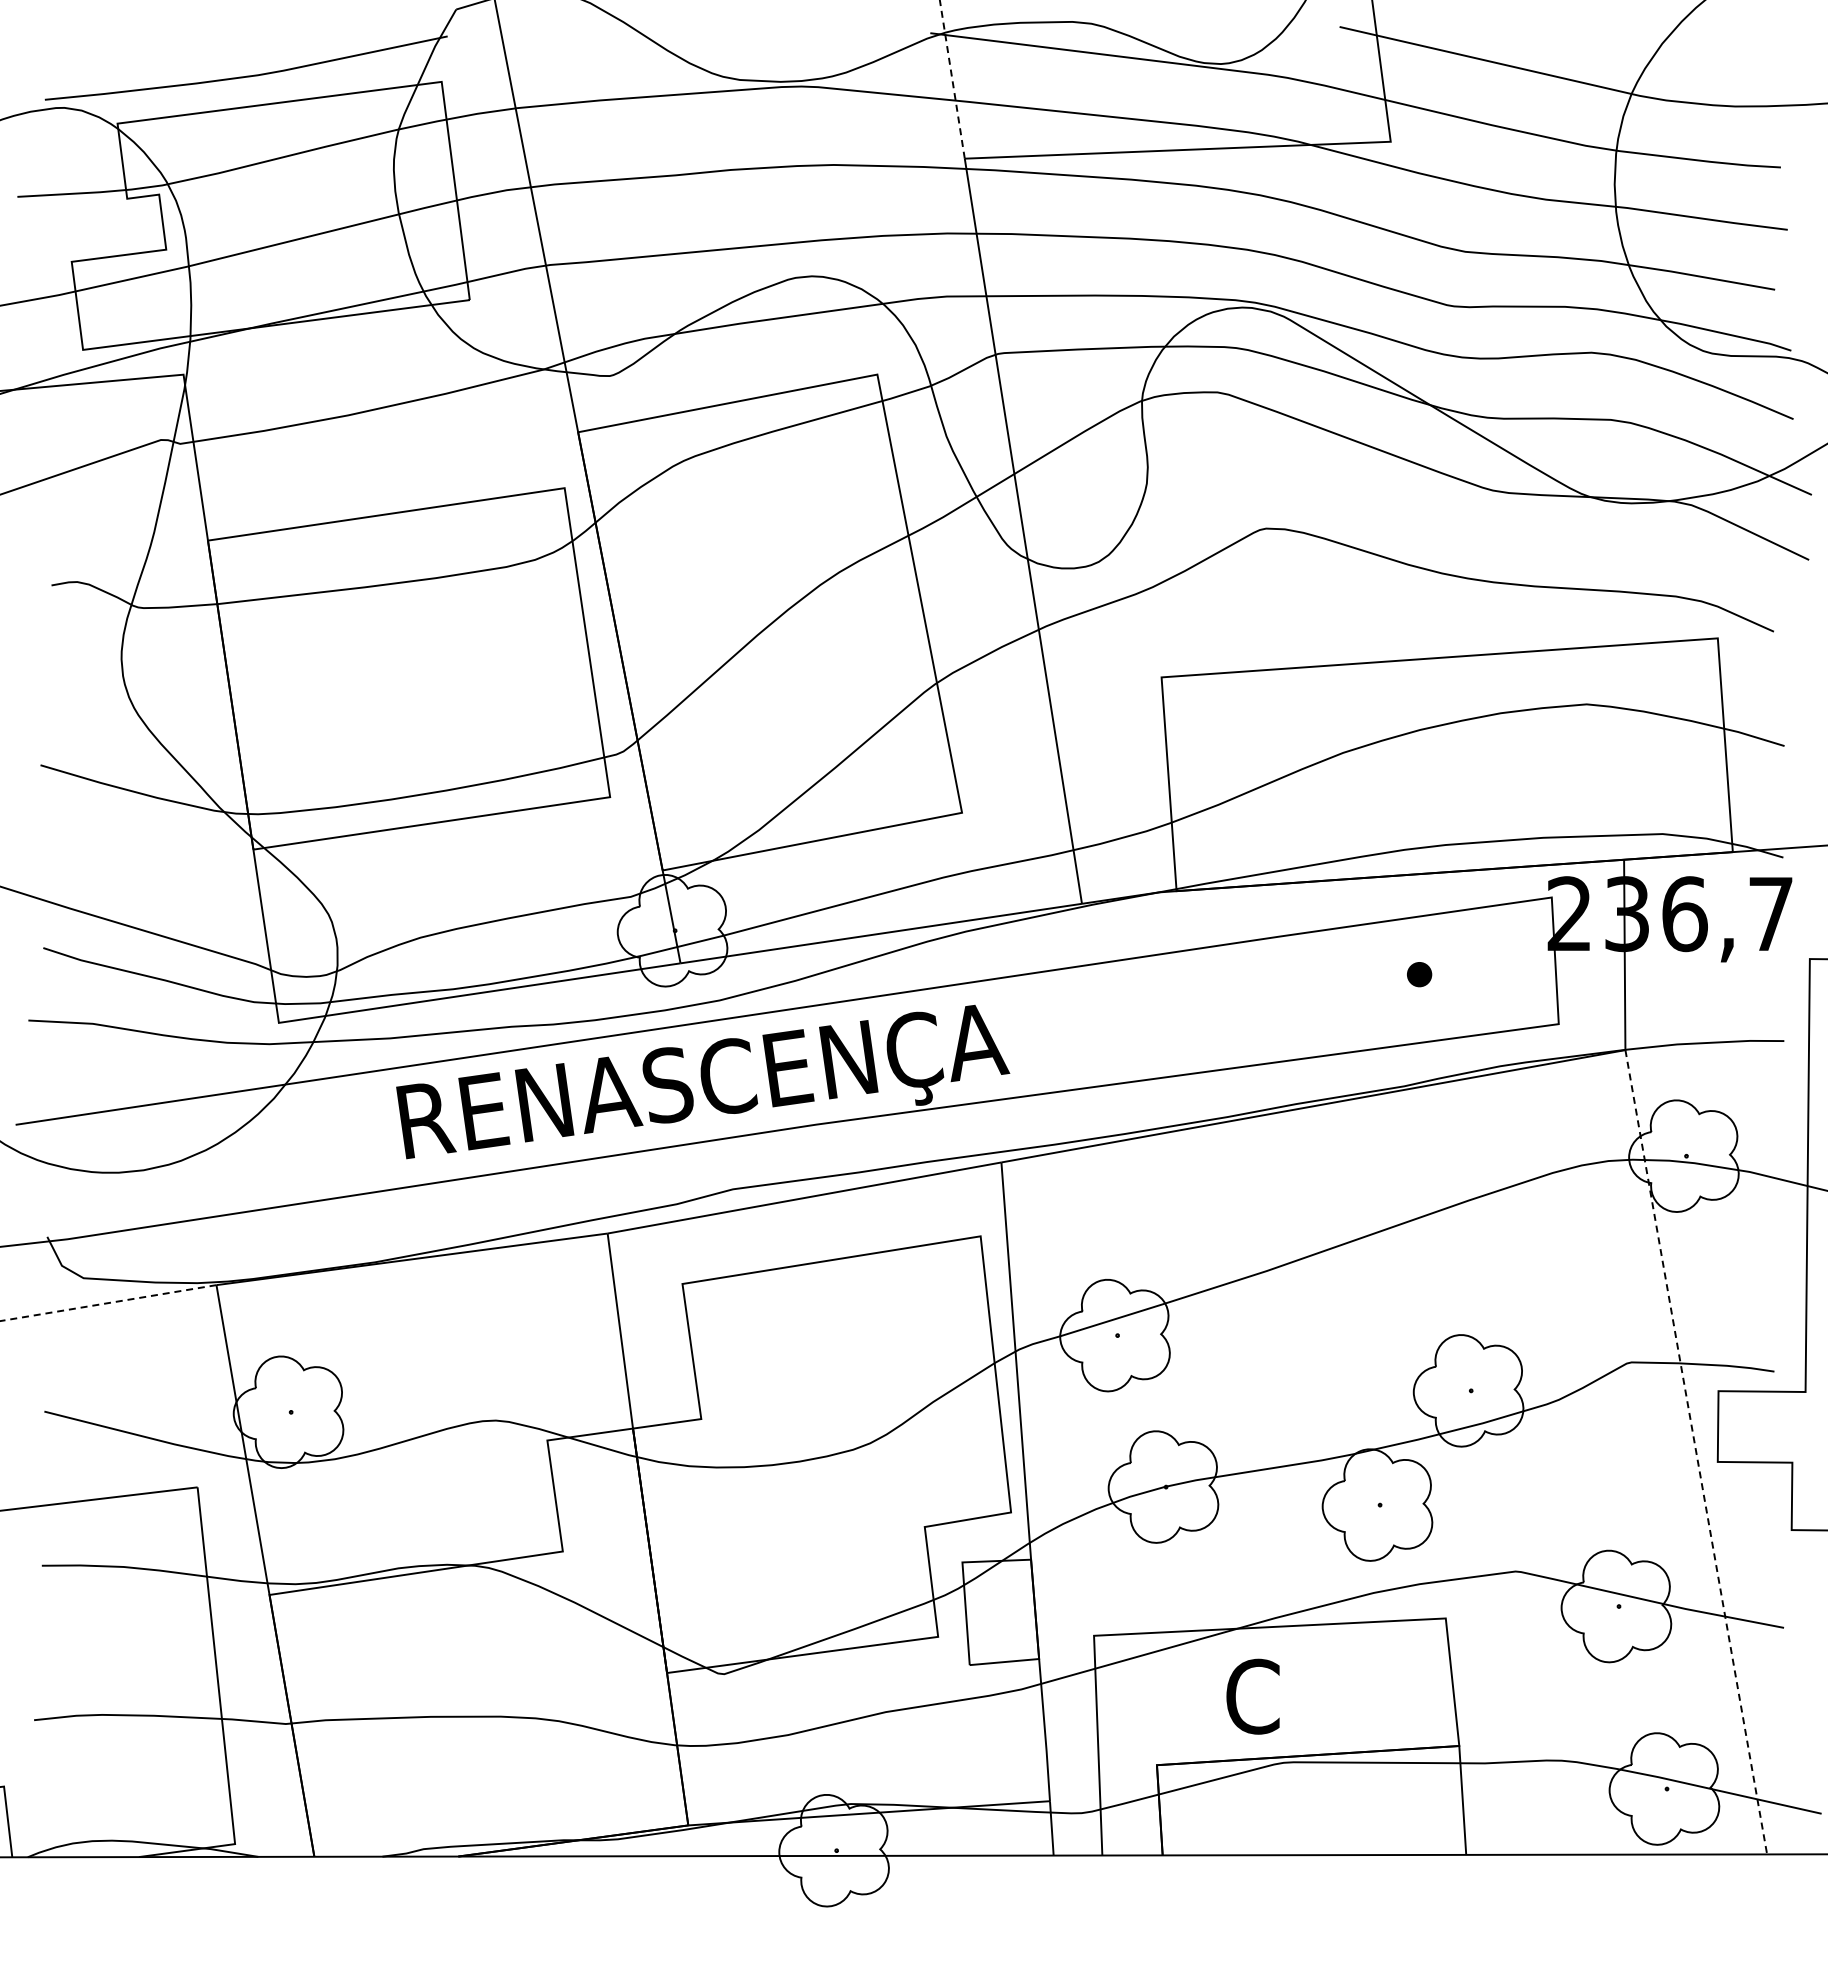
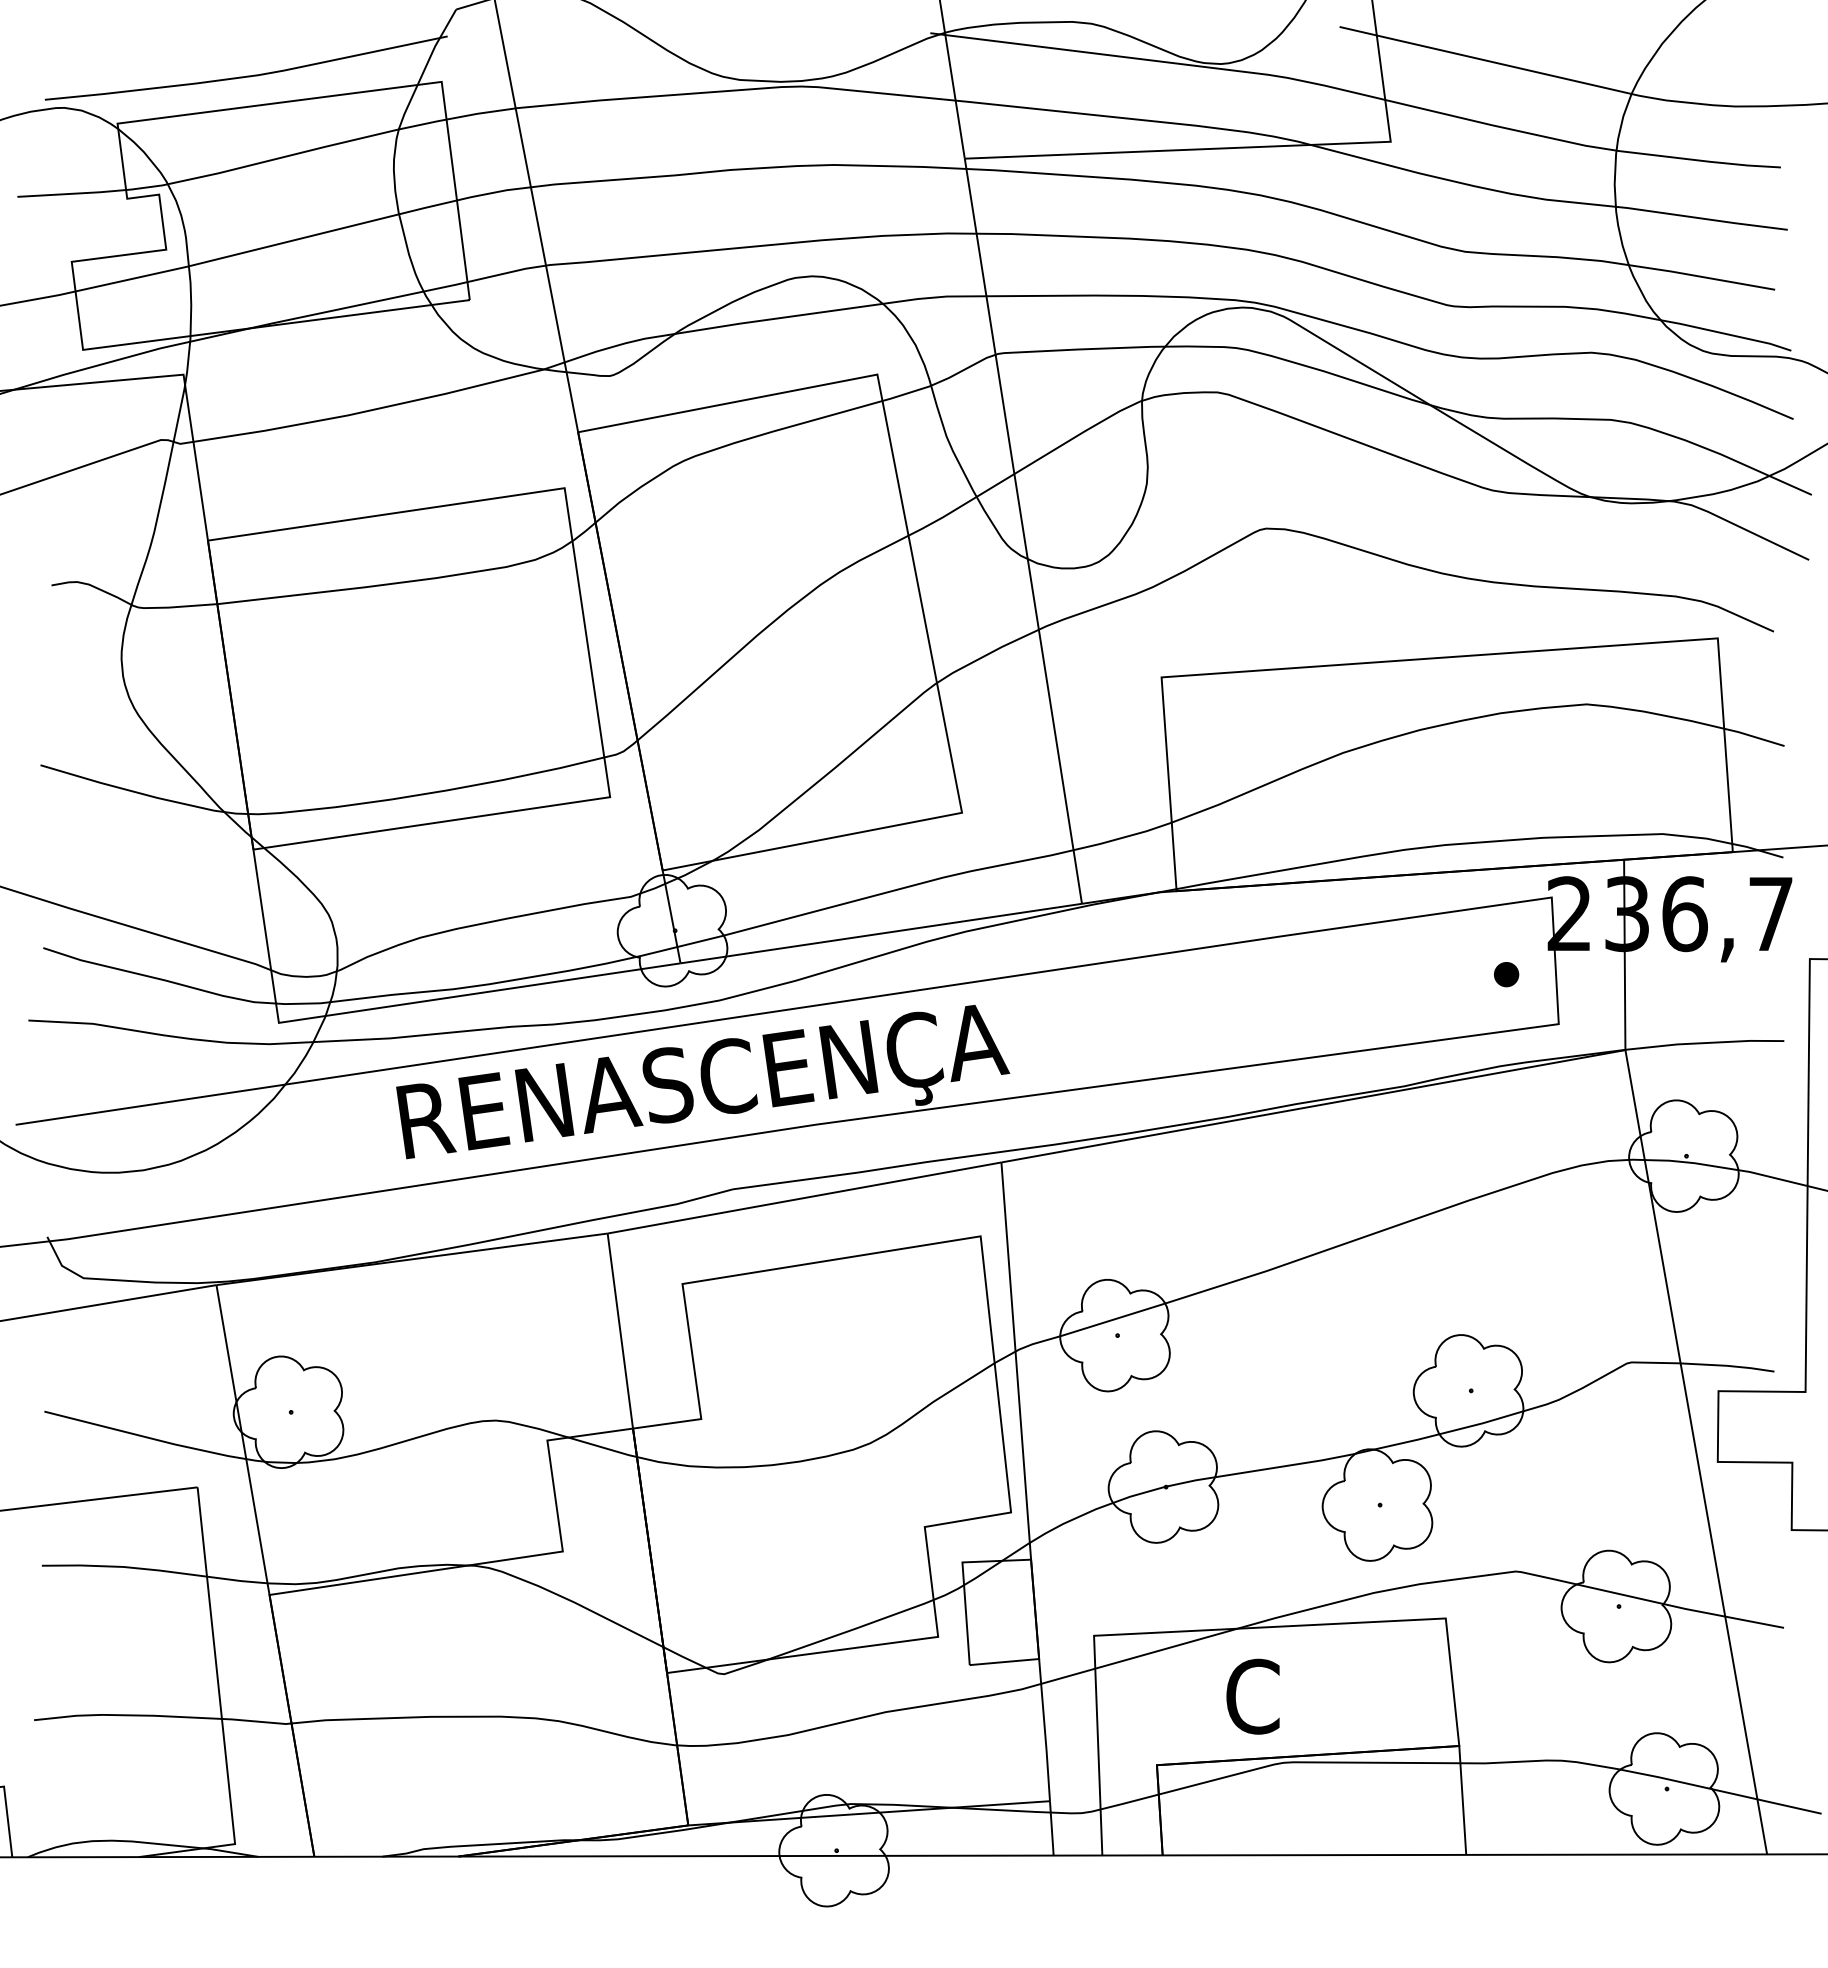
line at (952, 79): dashed -> solid
part at (1419, 974) position: (1419, 974) -> (1506, 974)
line at (108, 1303): dashed -> solid
line at (1696, 1452): dashed -> solid
